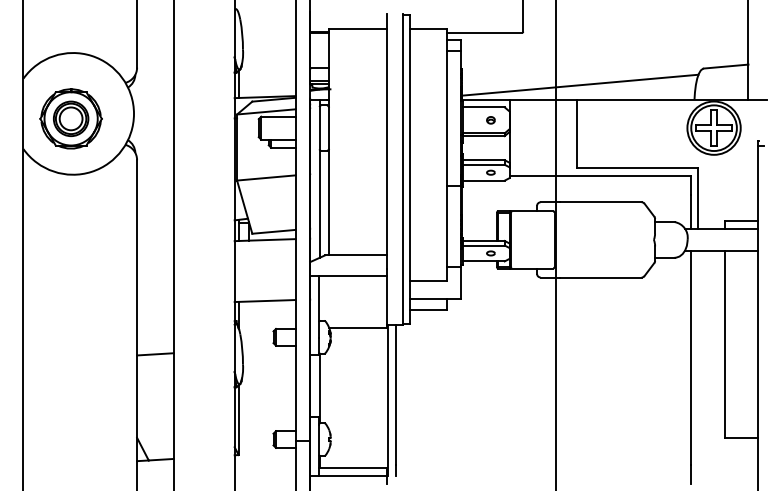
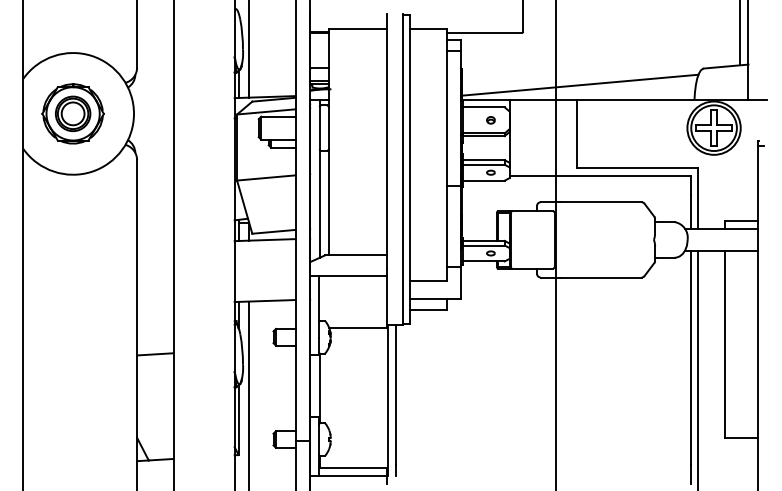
line at (740, 33): none -> present
line at (248, 49): none -> present
part at (70, 118) position: (70, 118) -> (72, 113)
line at (698, 368): none -> present
line at (248, 394): none -> present
